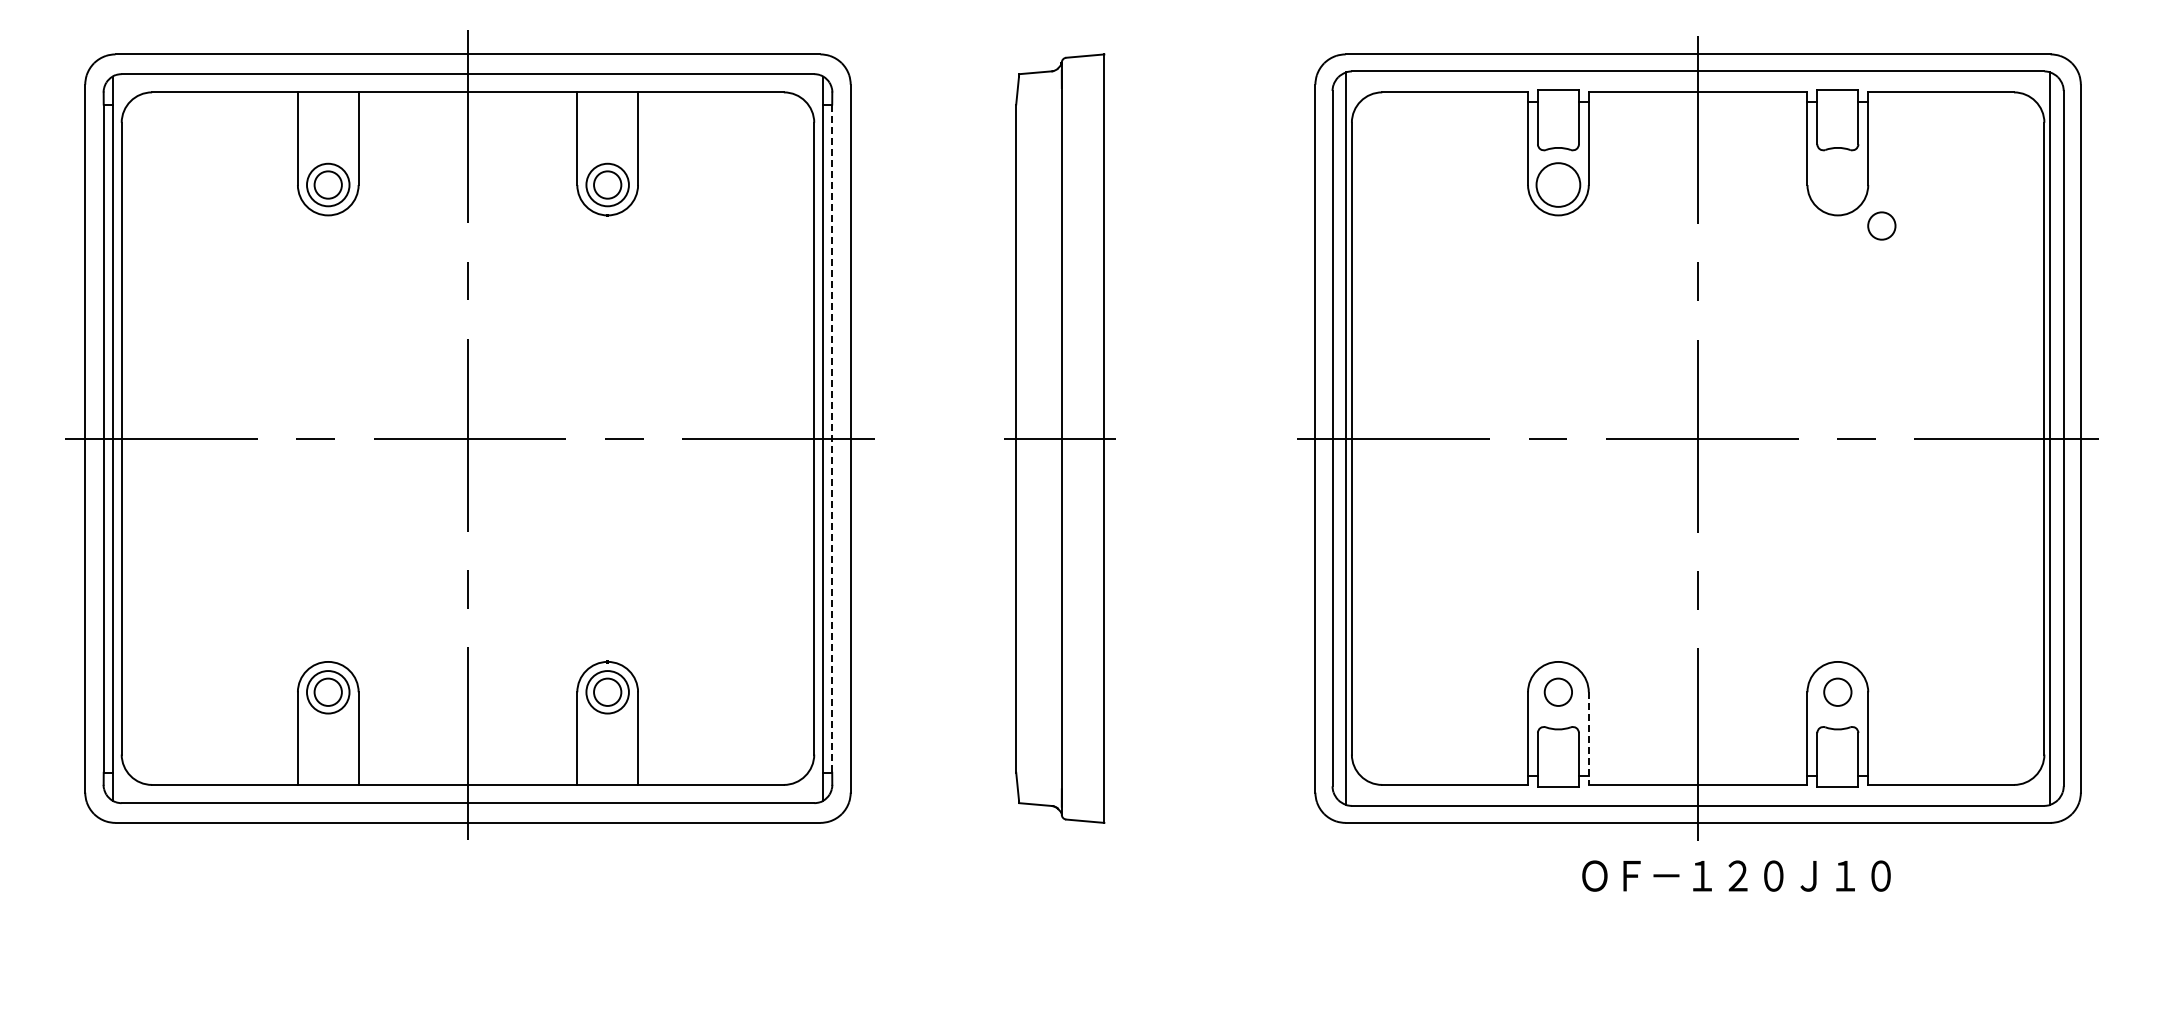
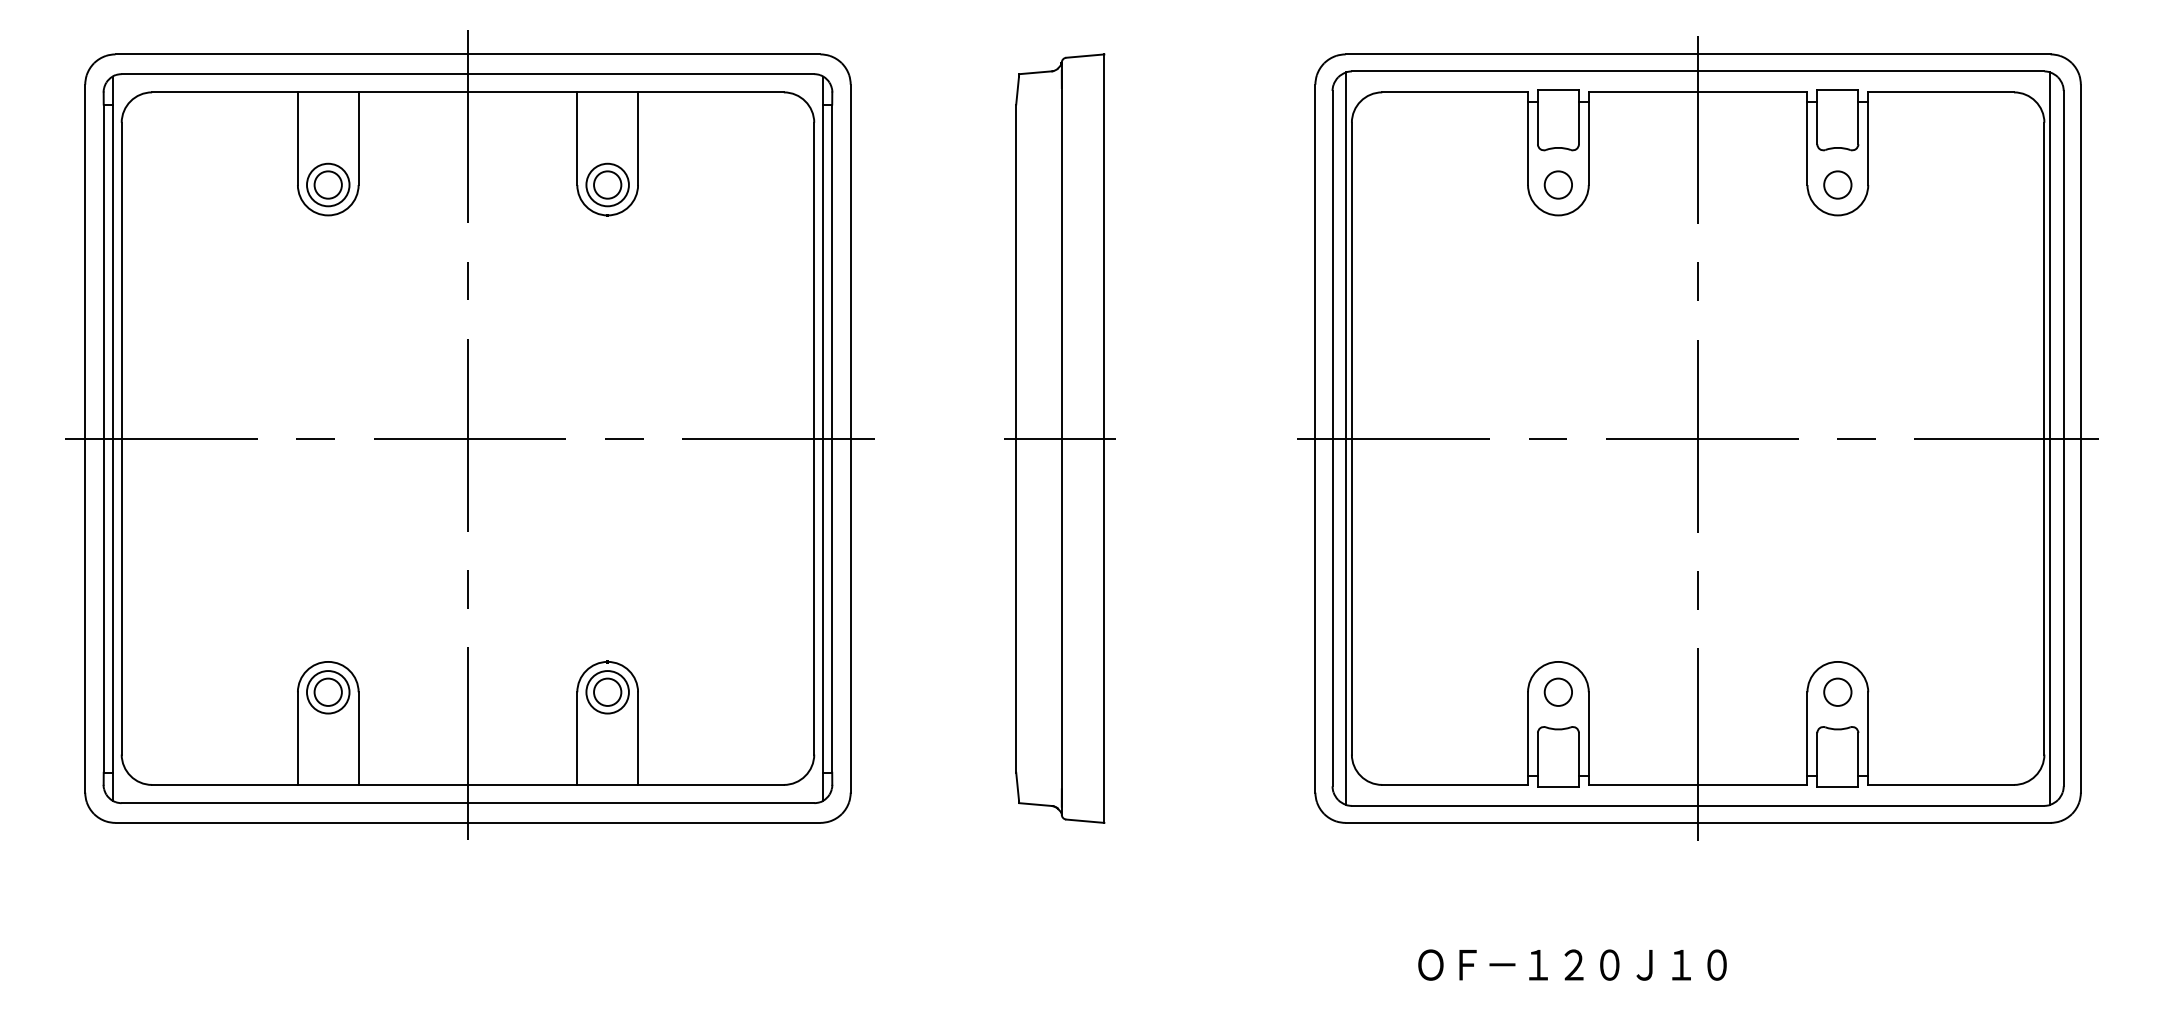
circle at (1558, 184) diameter: 44 px -> 27 px
circle at (1881, 225) position: (1881, 225) -> (1837, 184)
line at (832, 439): dashed -> solid
line at (1588, 739): dashed -> solid
text at (1736, 875) position: (1736, 875) -> (1572, 964)
